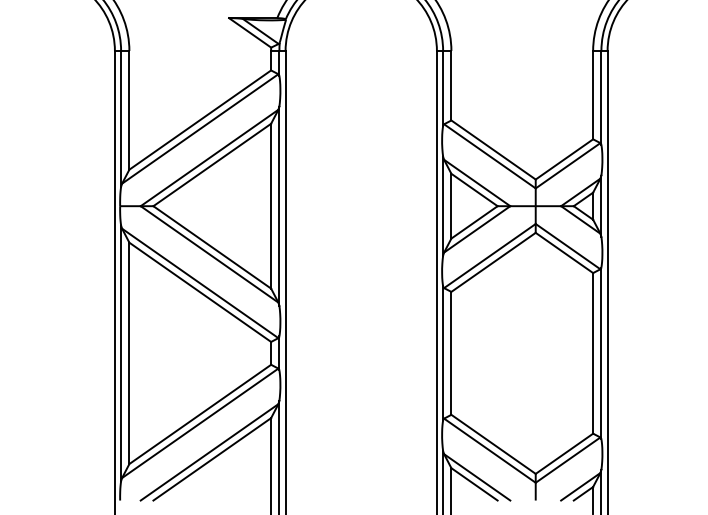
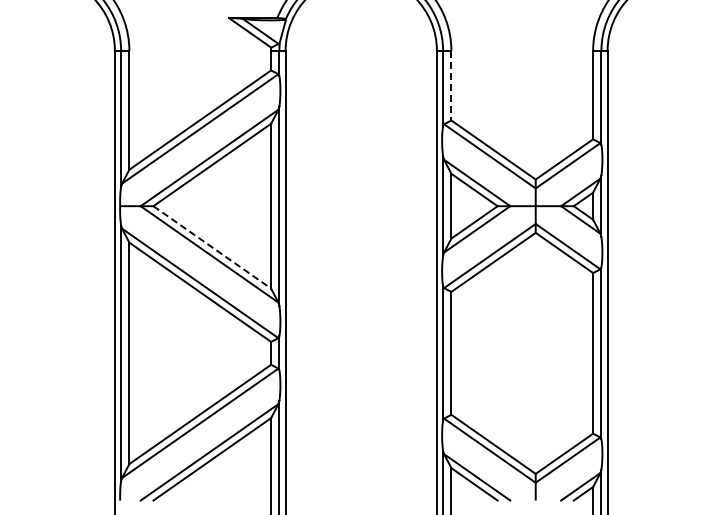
line at (451, 85): solid -> dashed
line at (212, 247): solid -> dashed
